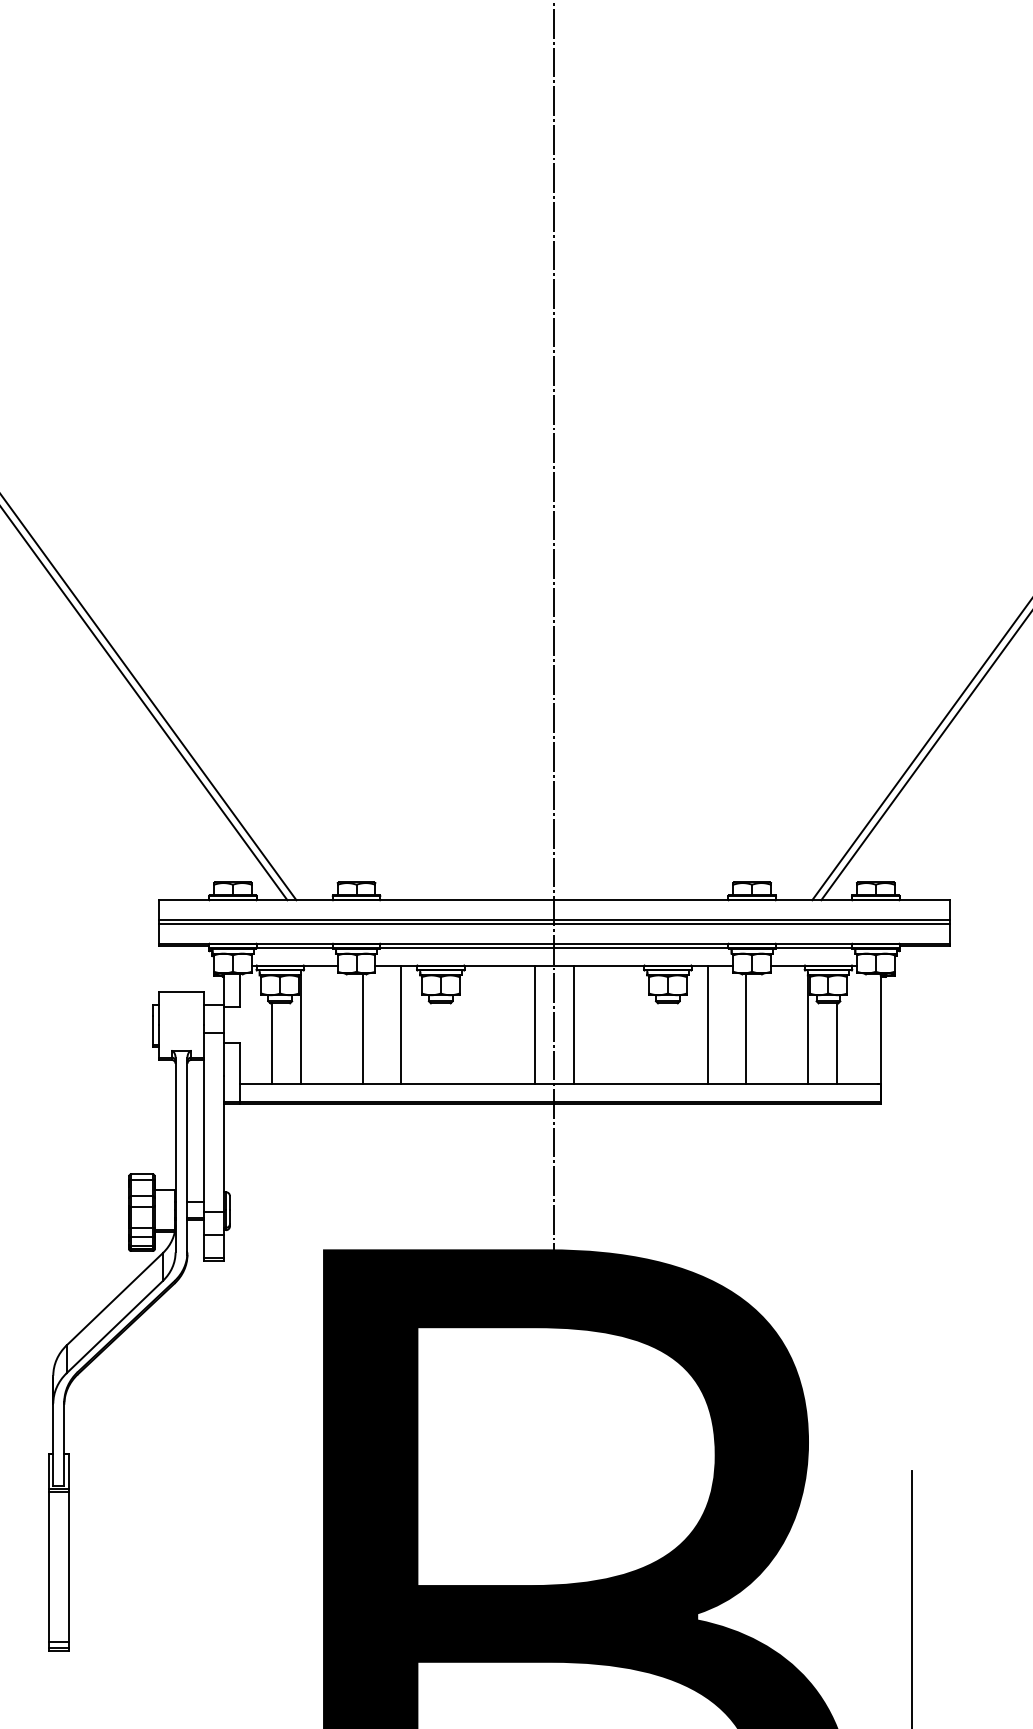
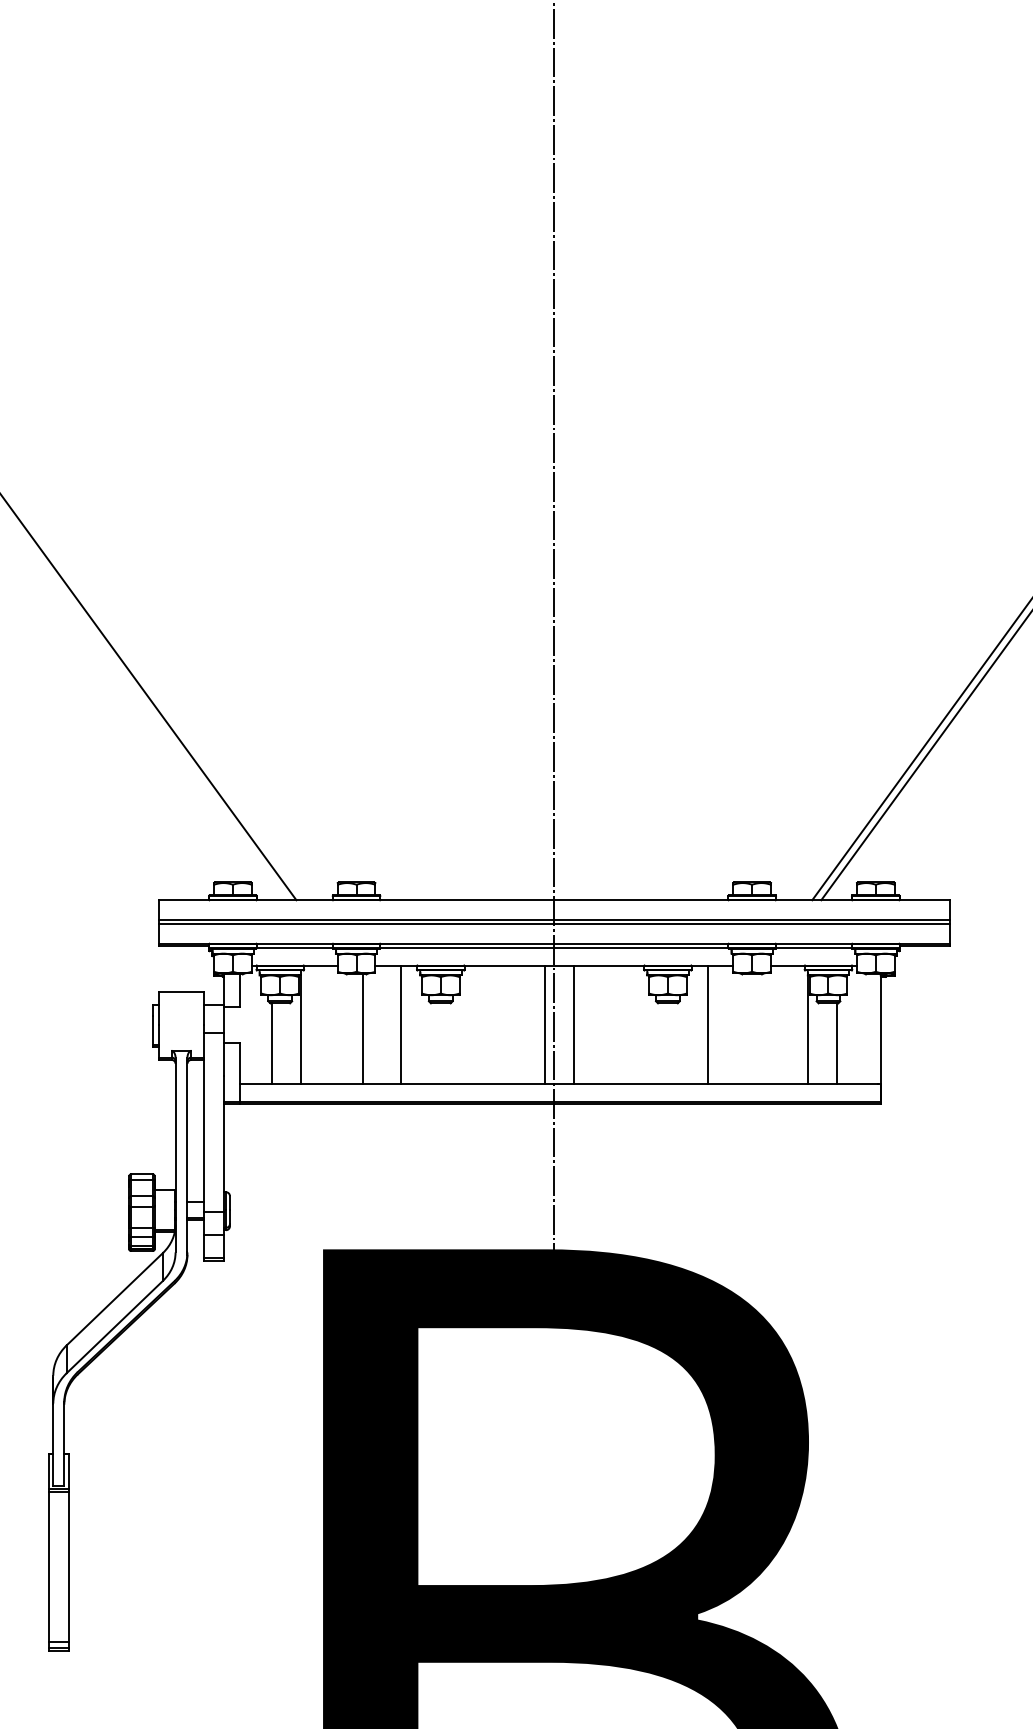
line at (144, 704): present -> none
line at (534, 1024) position: (534, 1024) -> (544, 1024)
line at (745, 1029): present -> none
line at (912, 1598): present -> none
